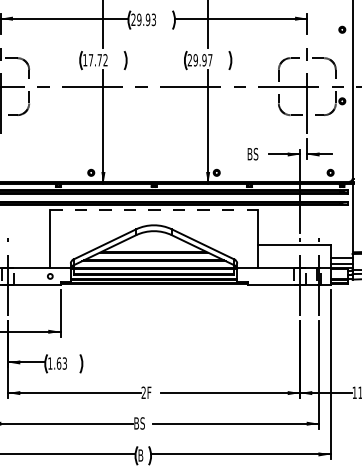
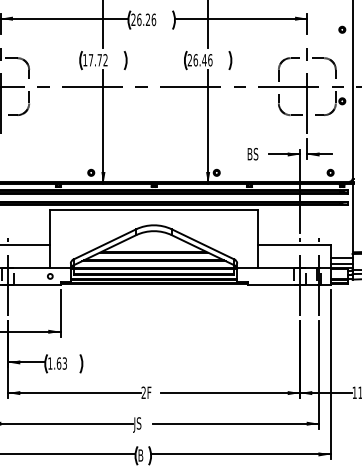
text at (146, 19): 29.93 -> 26.26
text at (202, 60): 29.97 -> 26.46
line at (154, 209): dashed -> solid
line at (26, 244): none -> present
text at (138, 424): BS -> JS
